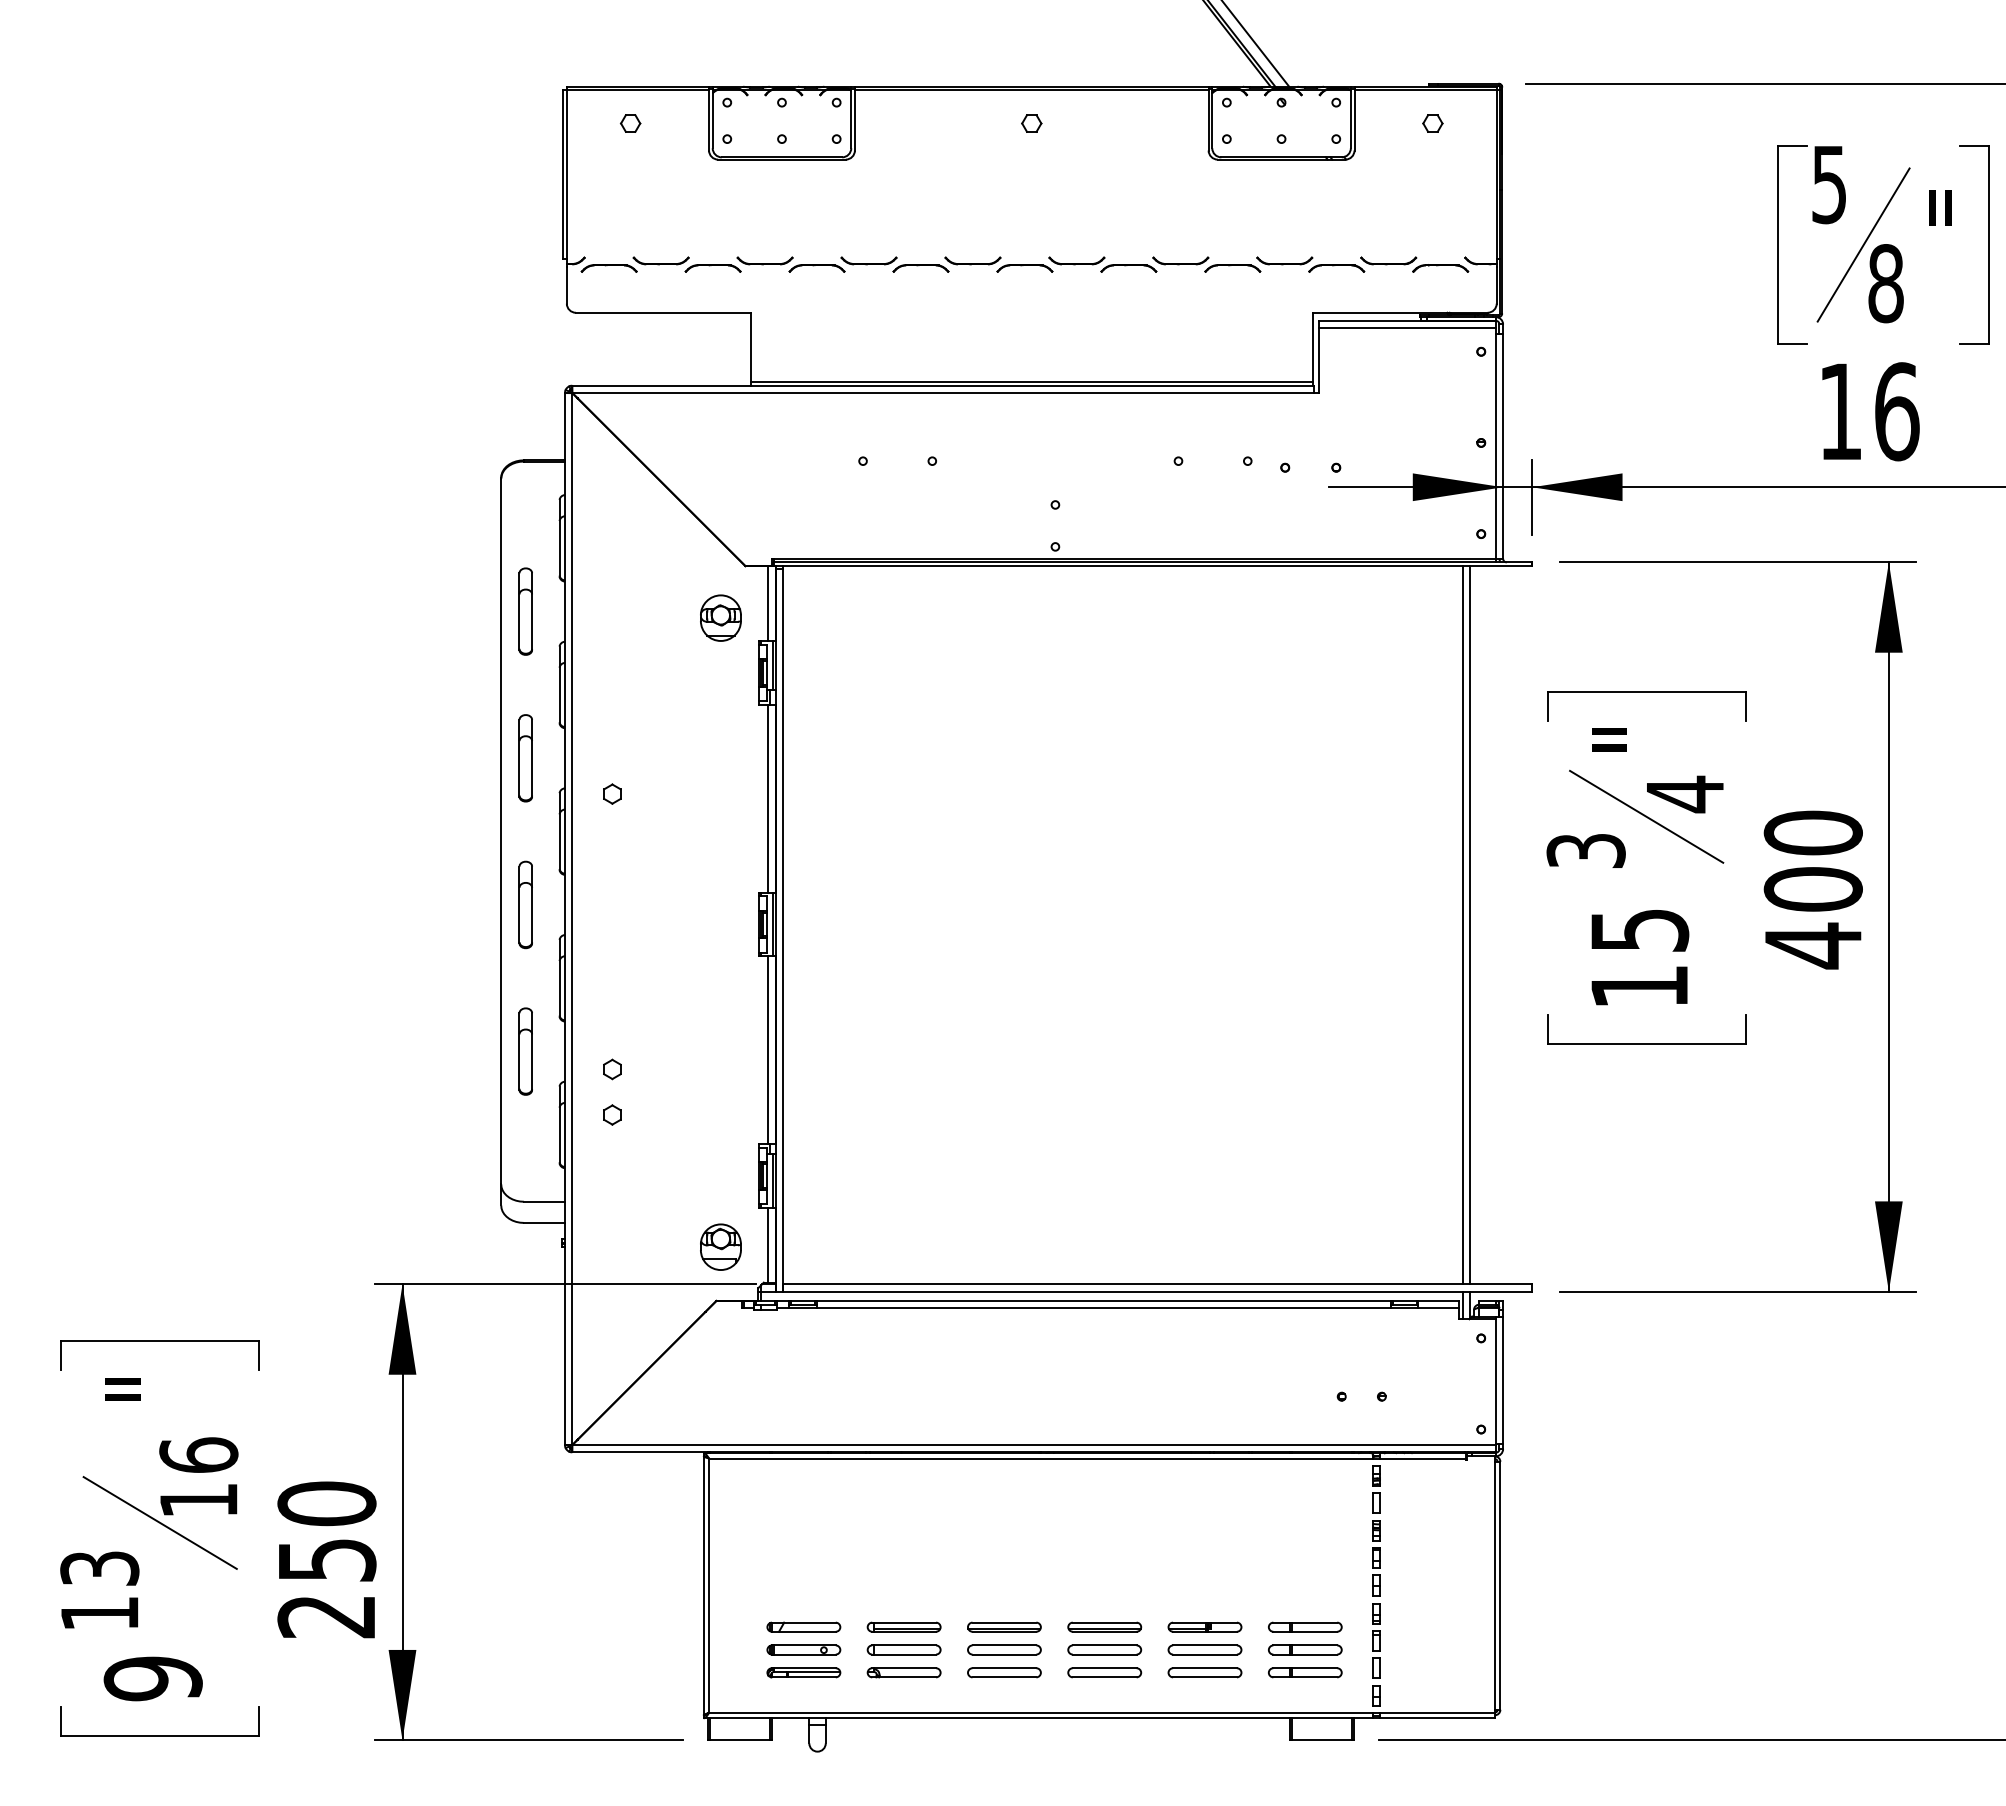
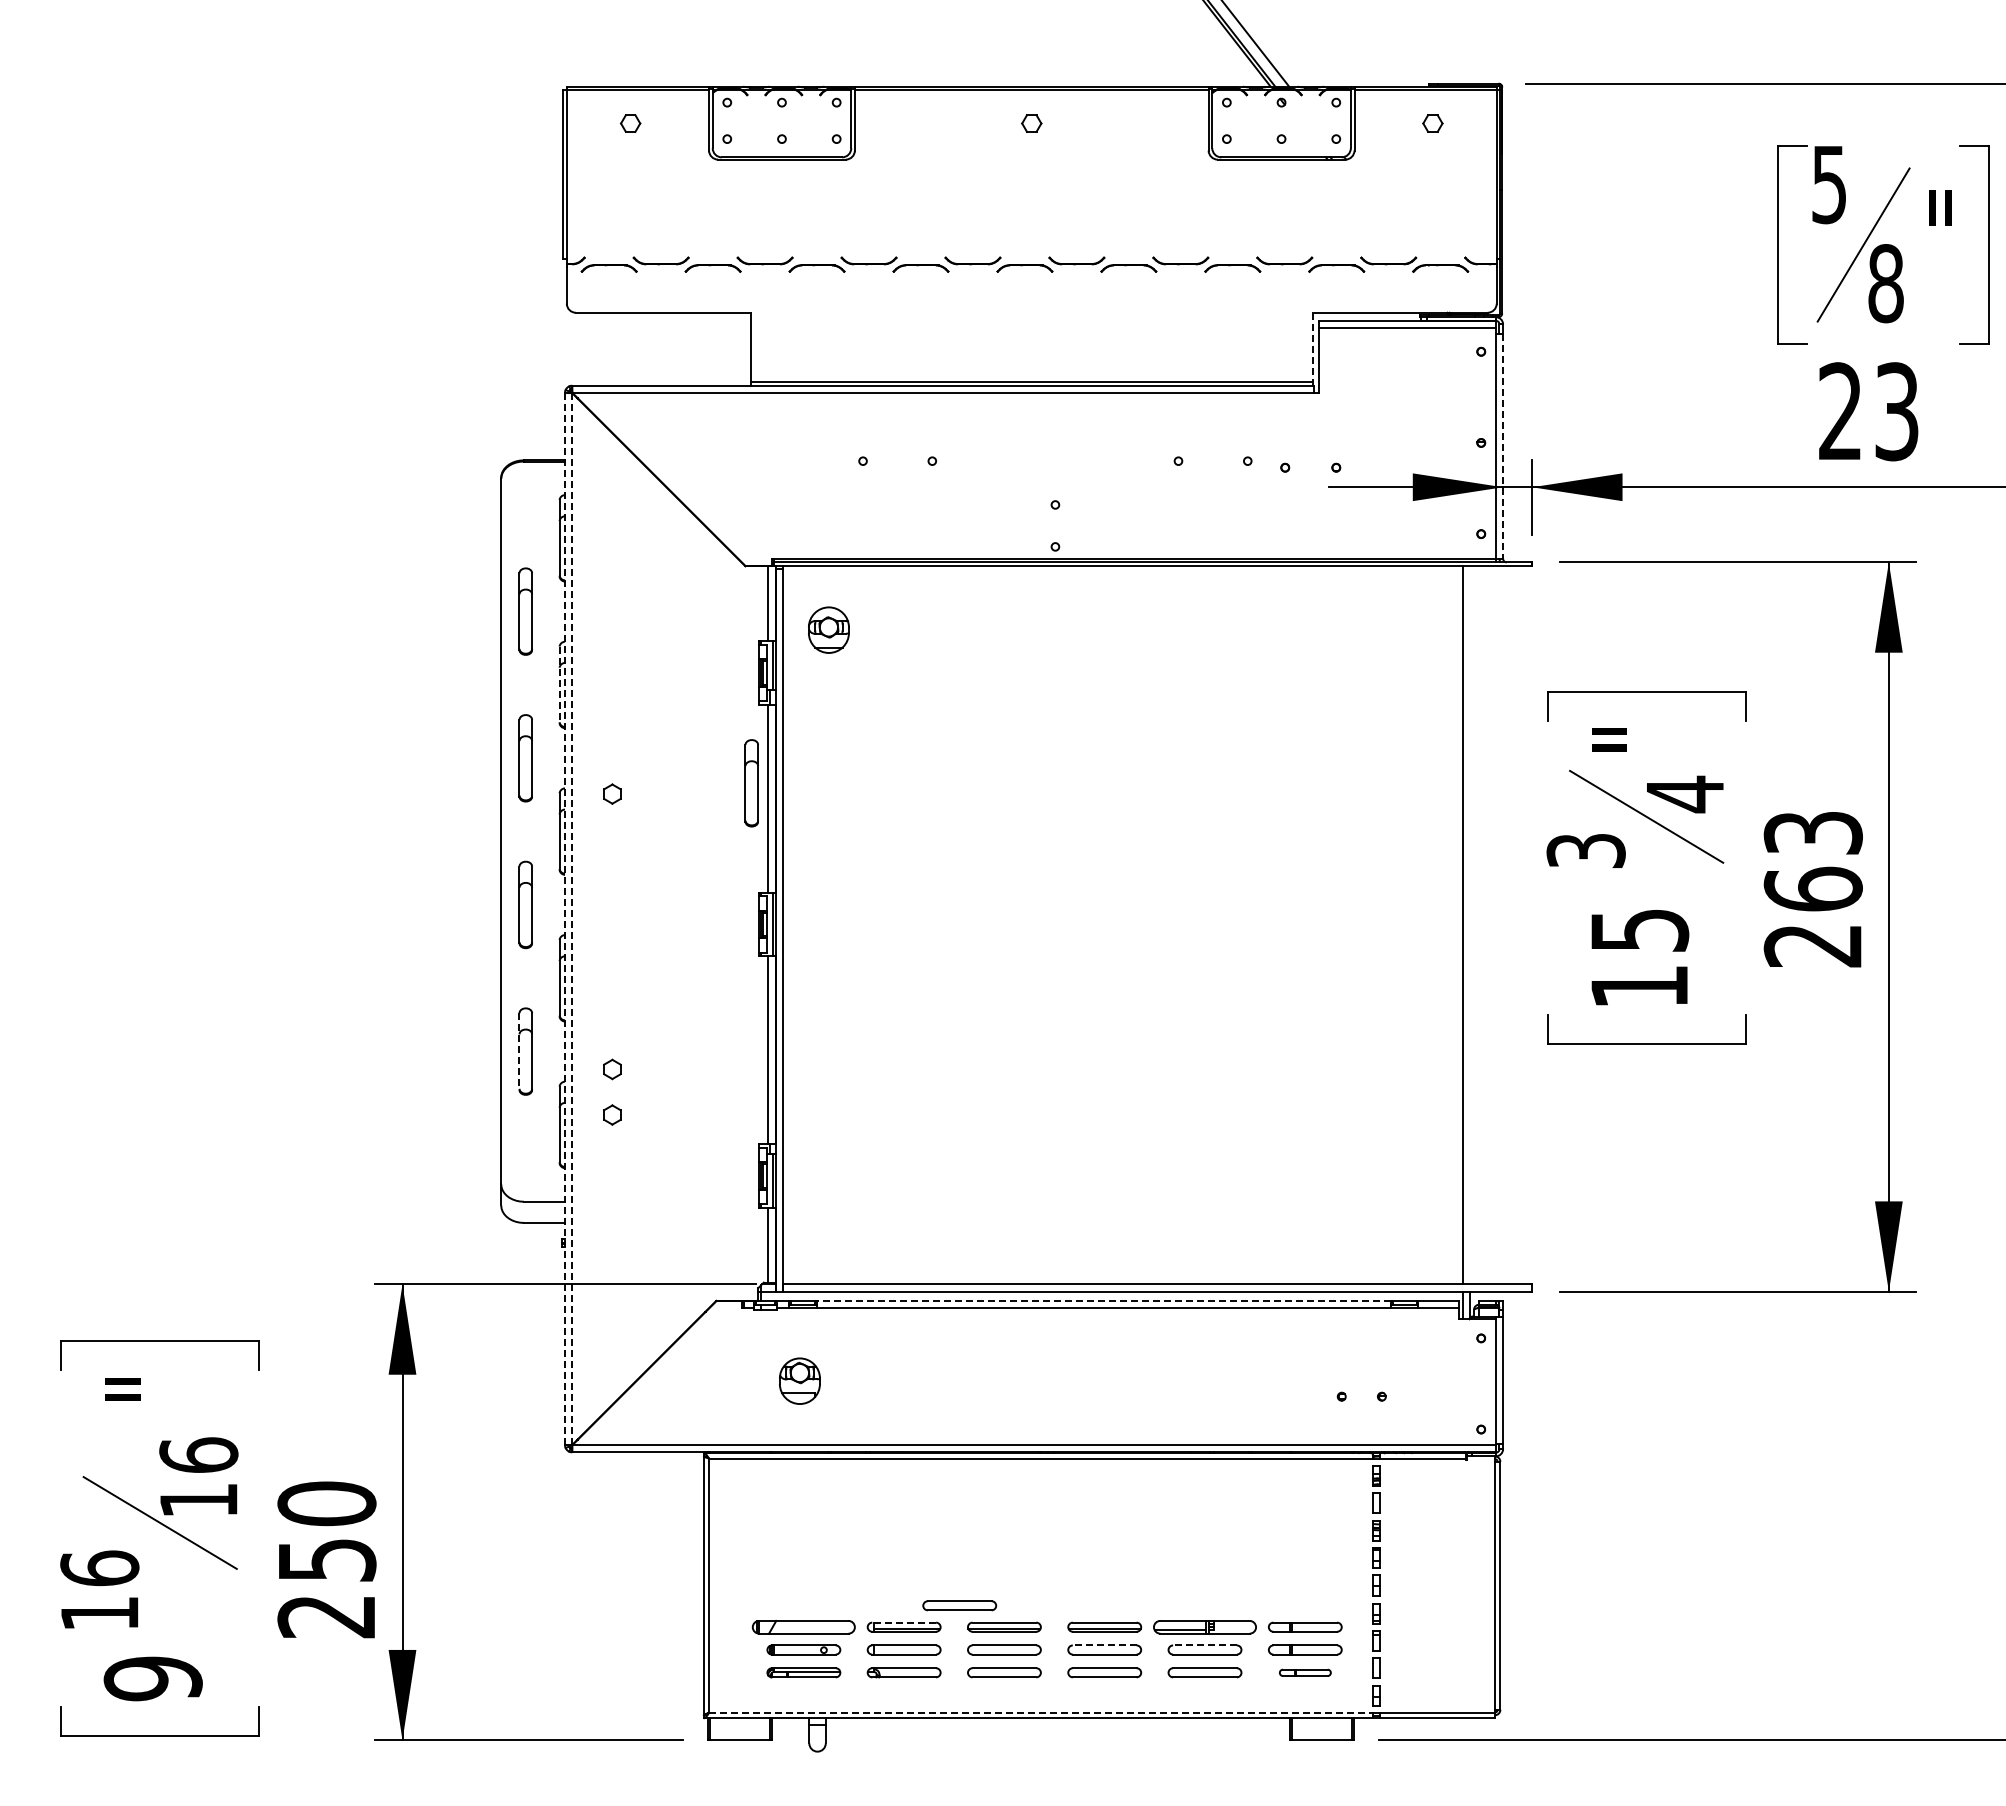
line at (1312, 347): solid -> dashed
text at (1869, 411): 16 -> 23
line at (1503, 446): solid -> dashed
part at (720, 617) position: (720, 617) -> (828, 629)
line at (559, 685): solid -> dashed
part at (751, 783): none -> present
text at (1812, 889): 400 -> 263
line at (565, 918): solid -> dashed
line at (572, 919): solid -> dashed
line at (1470, 925): present -> none
line at (519, 1052): solid -> dashed
part at (720, 1246) position: (720, 1246) -> (799, 1380)
line at (1103, 1301): solid -> dashed
text at (99, 1568): 13 -> 16
part at (959, 1605): none -> present
line at (904, 1622): solid -> dashed
part at (803, 1626) size: 76x12 px -> 105x15 px
part at (1204, 1626) size: 76x12 px -> 104x15 px
line at (1104, 1645): solid -> dashed
line at (1205, 1645): solid -> dashed
part at (1305, 1672) size: 75x12 px -> 53x9 px
line at (1040, 1712): solid -> dashed
